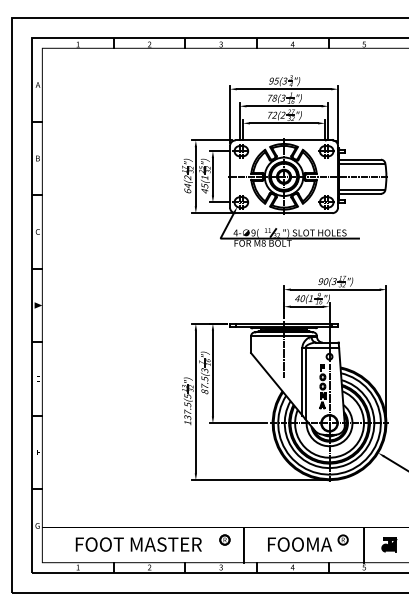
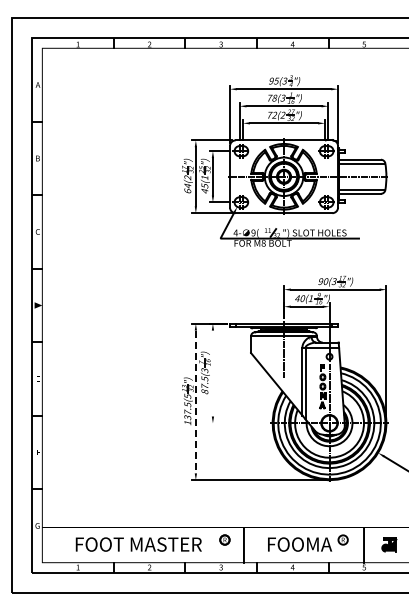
line at (212, 373): present -> none
line at (195, 402): solid -> dashed
line at (237, 423): present -> none
